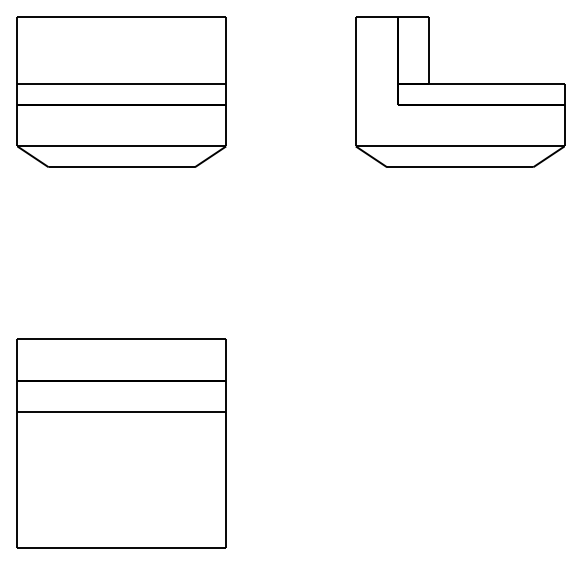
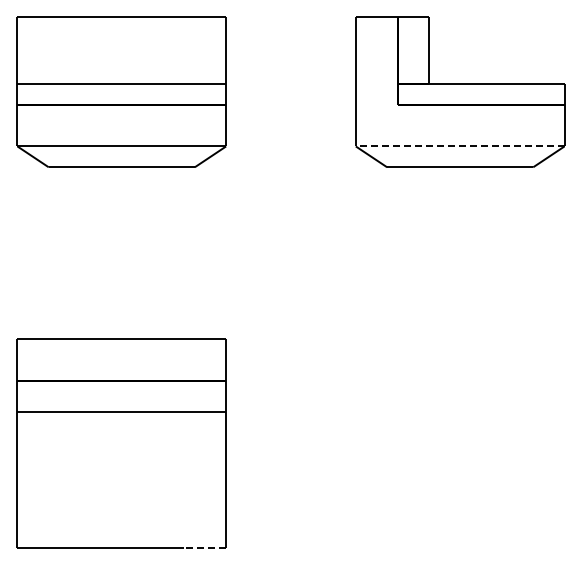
line at (459, 146): solid -> dashed
line at (204, 547): solid -> dashed
